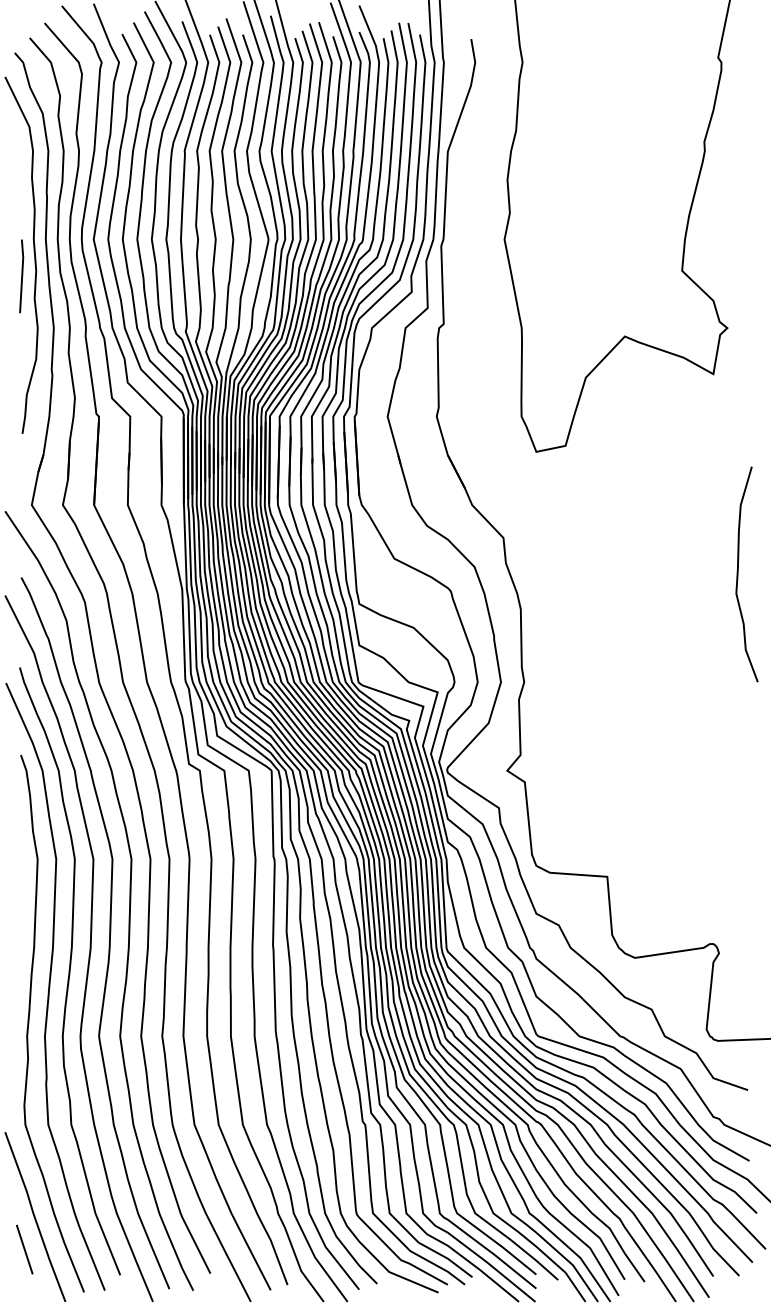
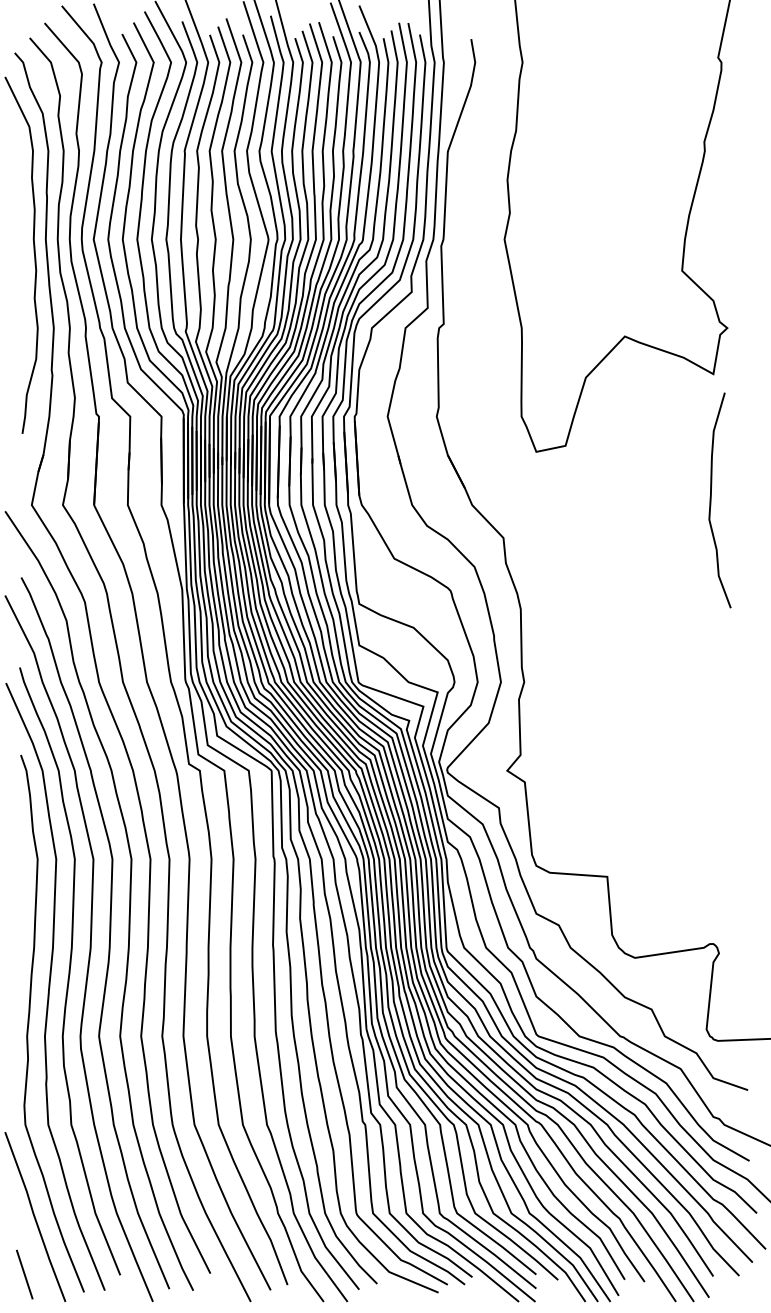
line at (21, 276): present -> none
curve at (738, 574) position: (738, 574) -> (711, 500)
line at (24, 1249) position: (24, 1249) -> (24, 1274)
